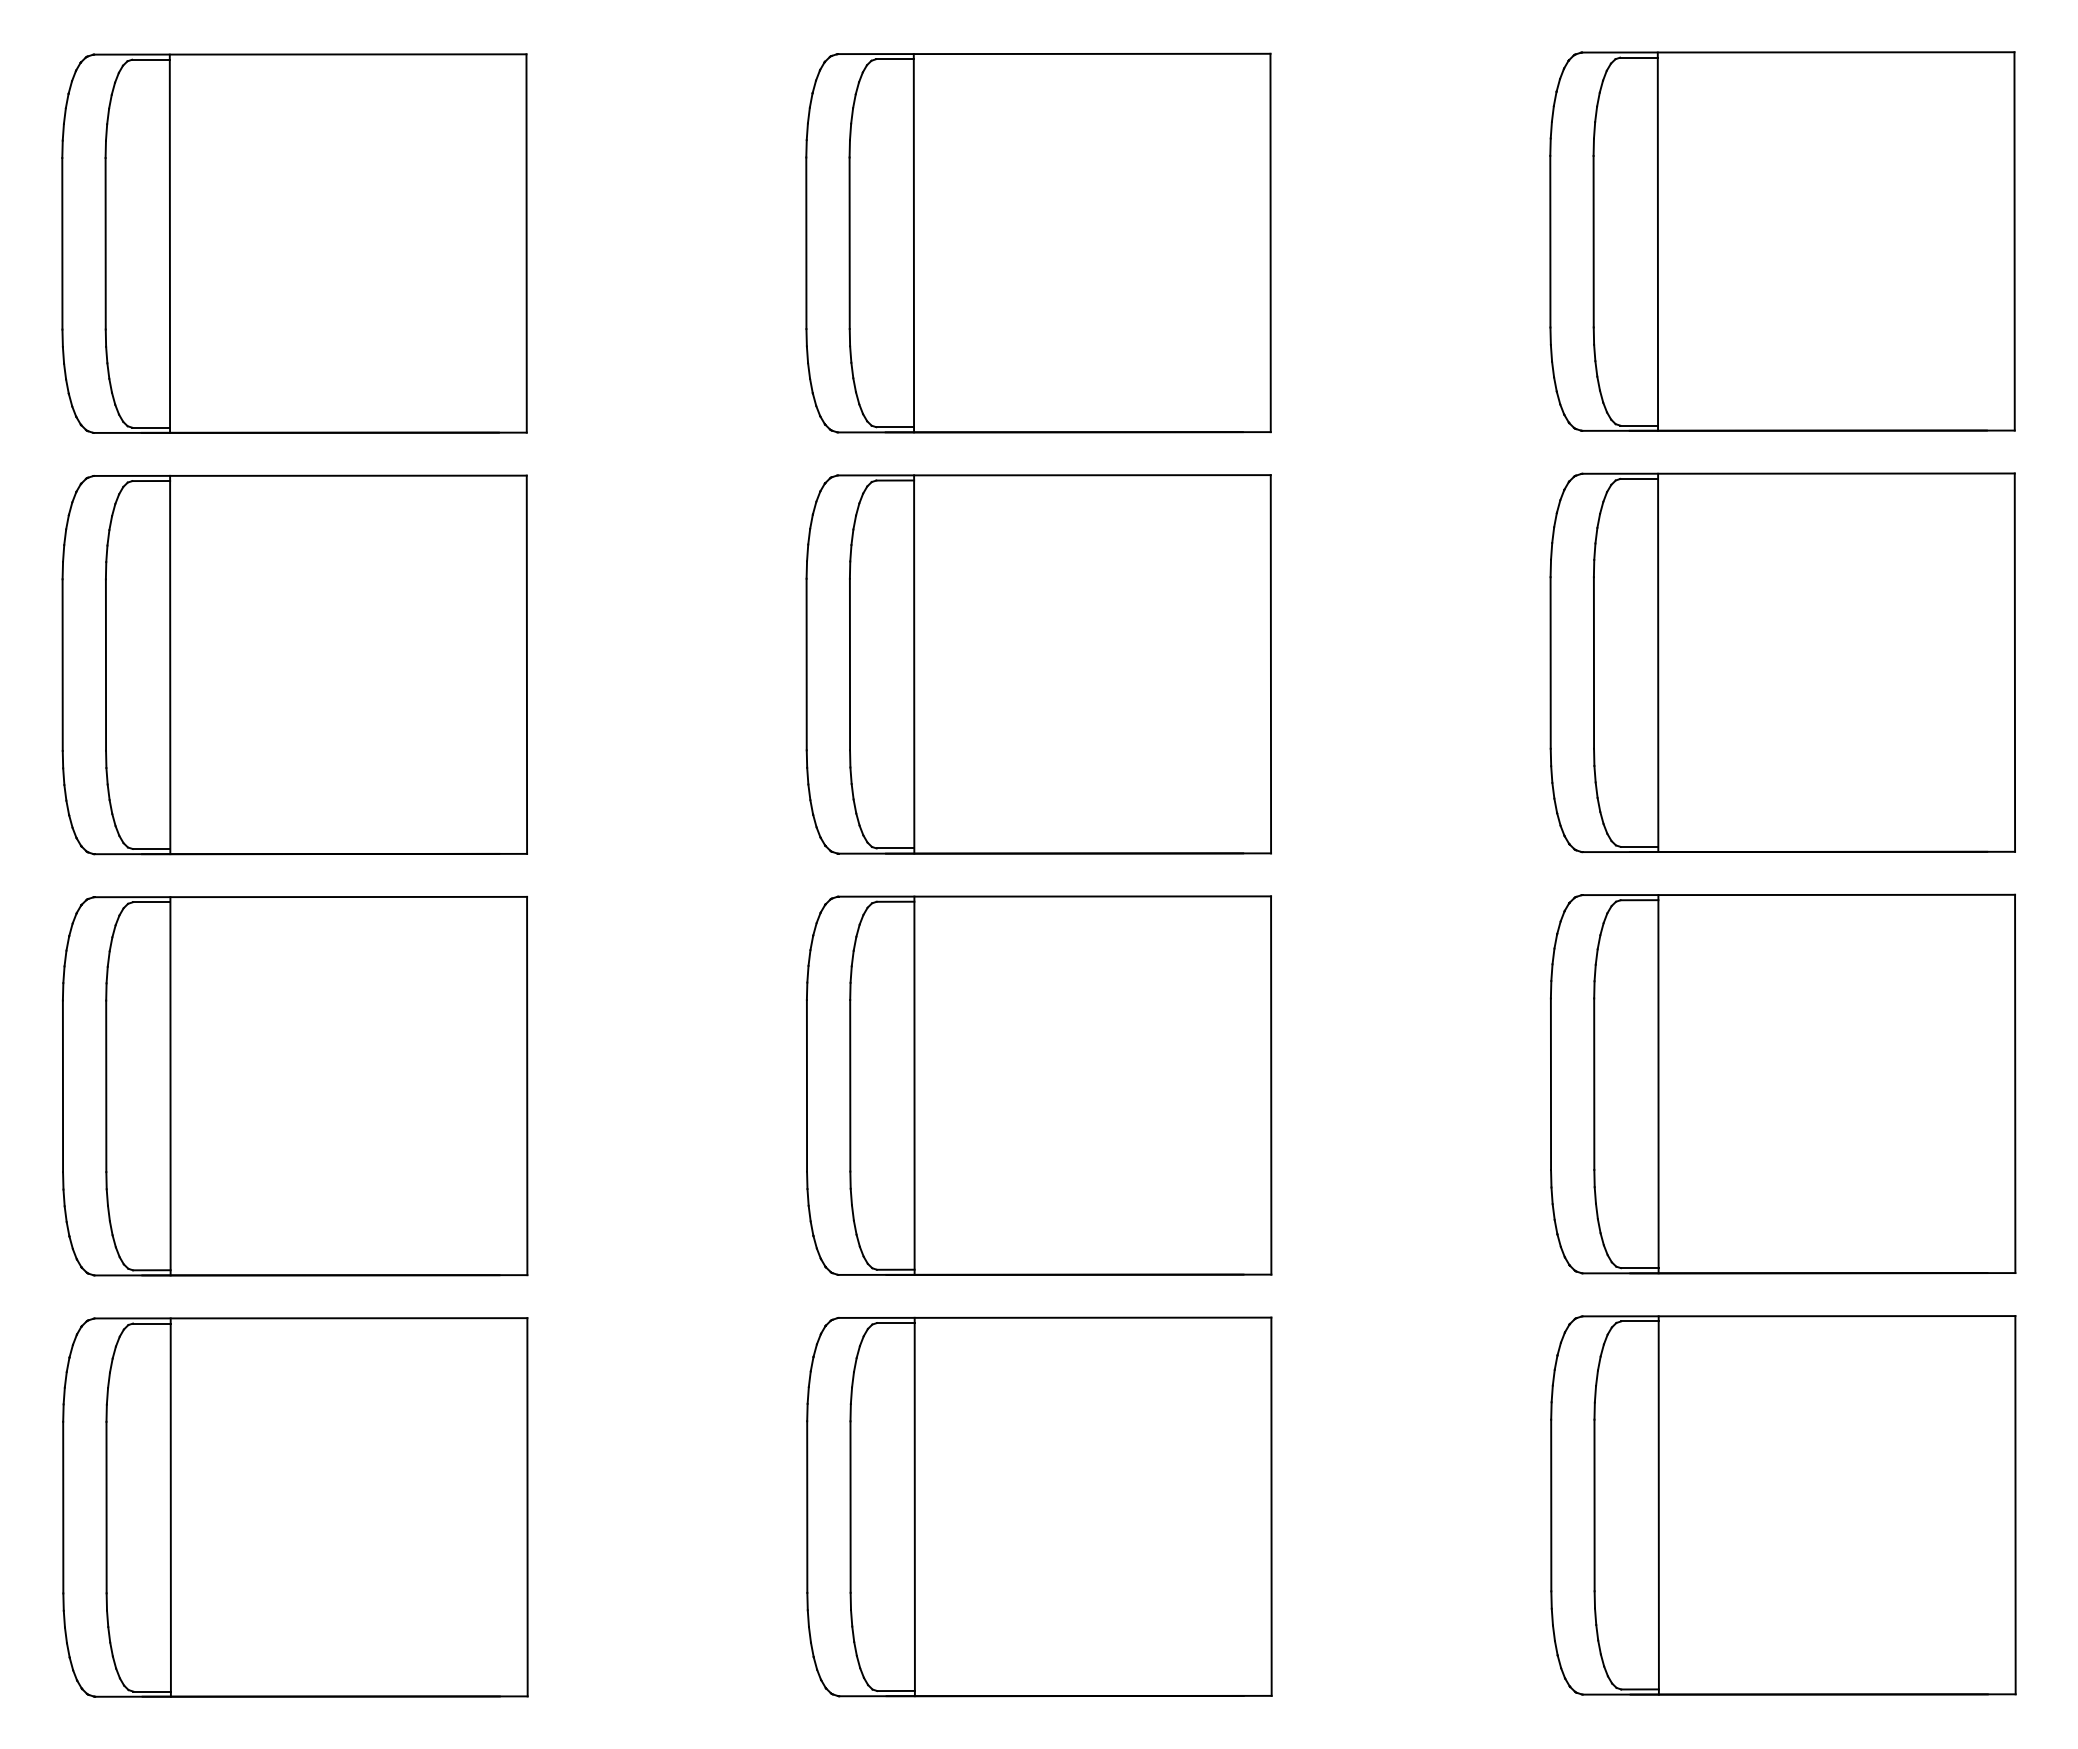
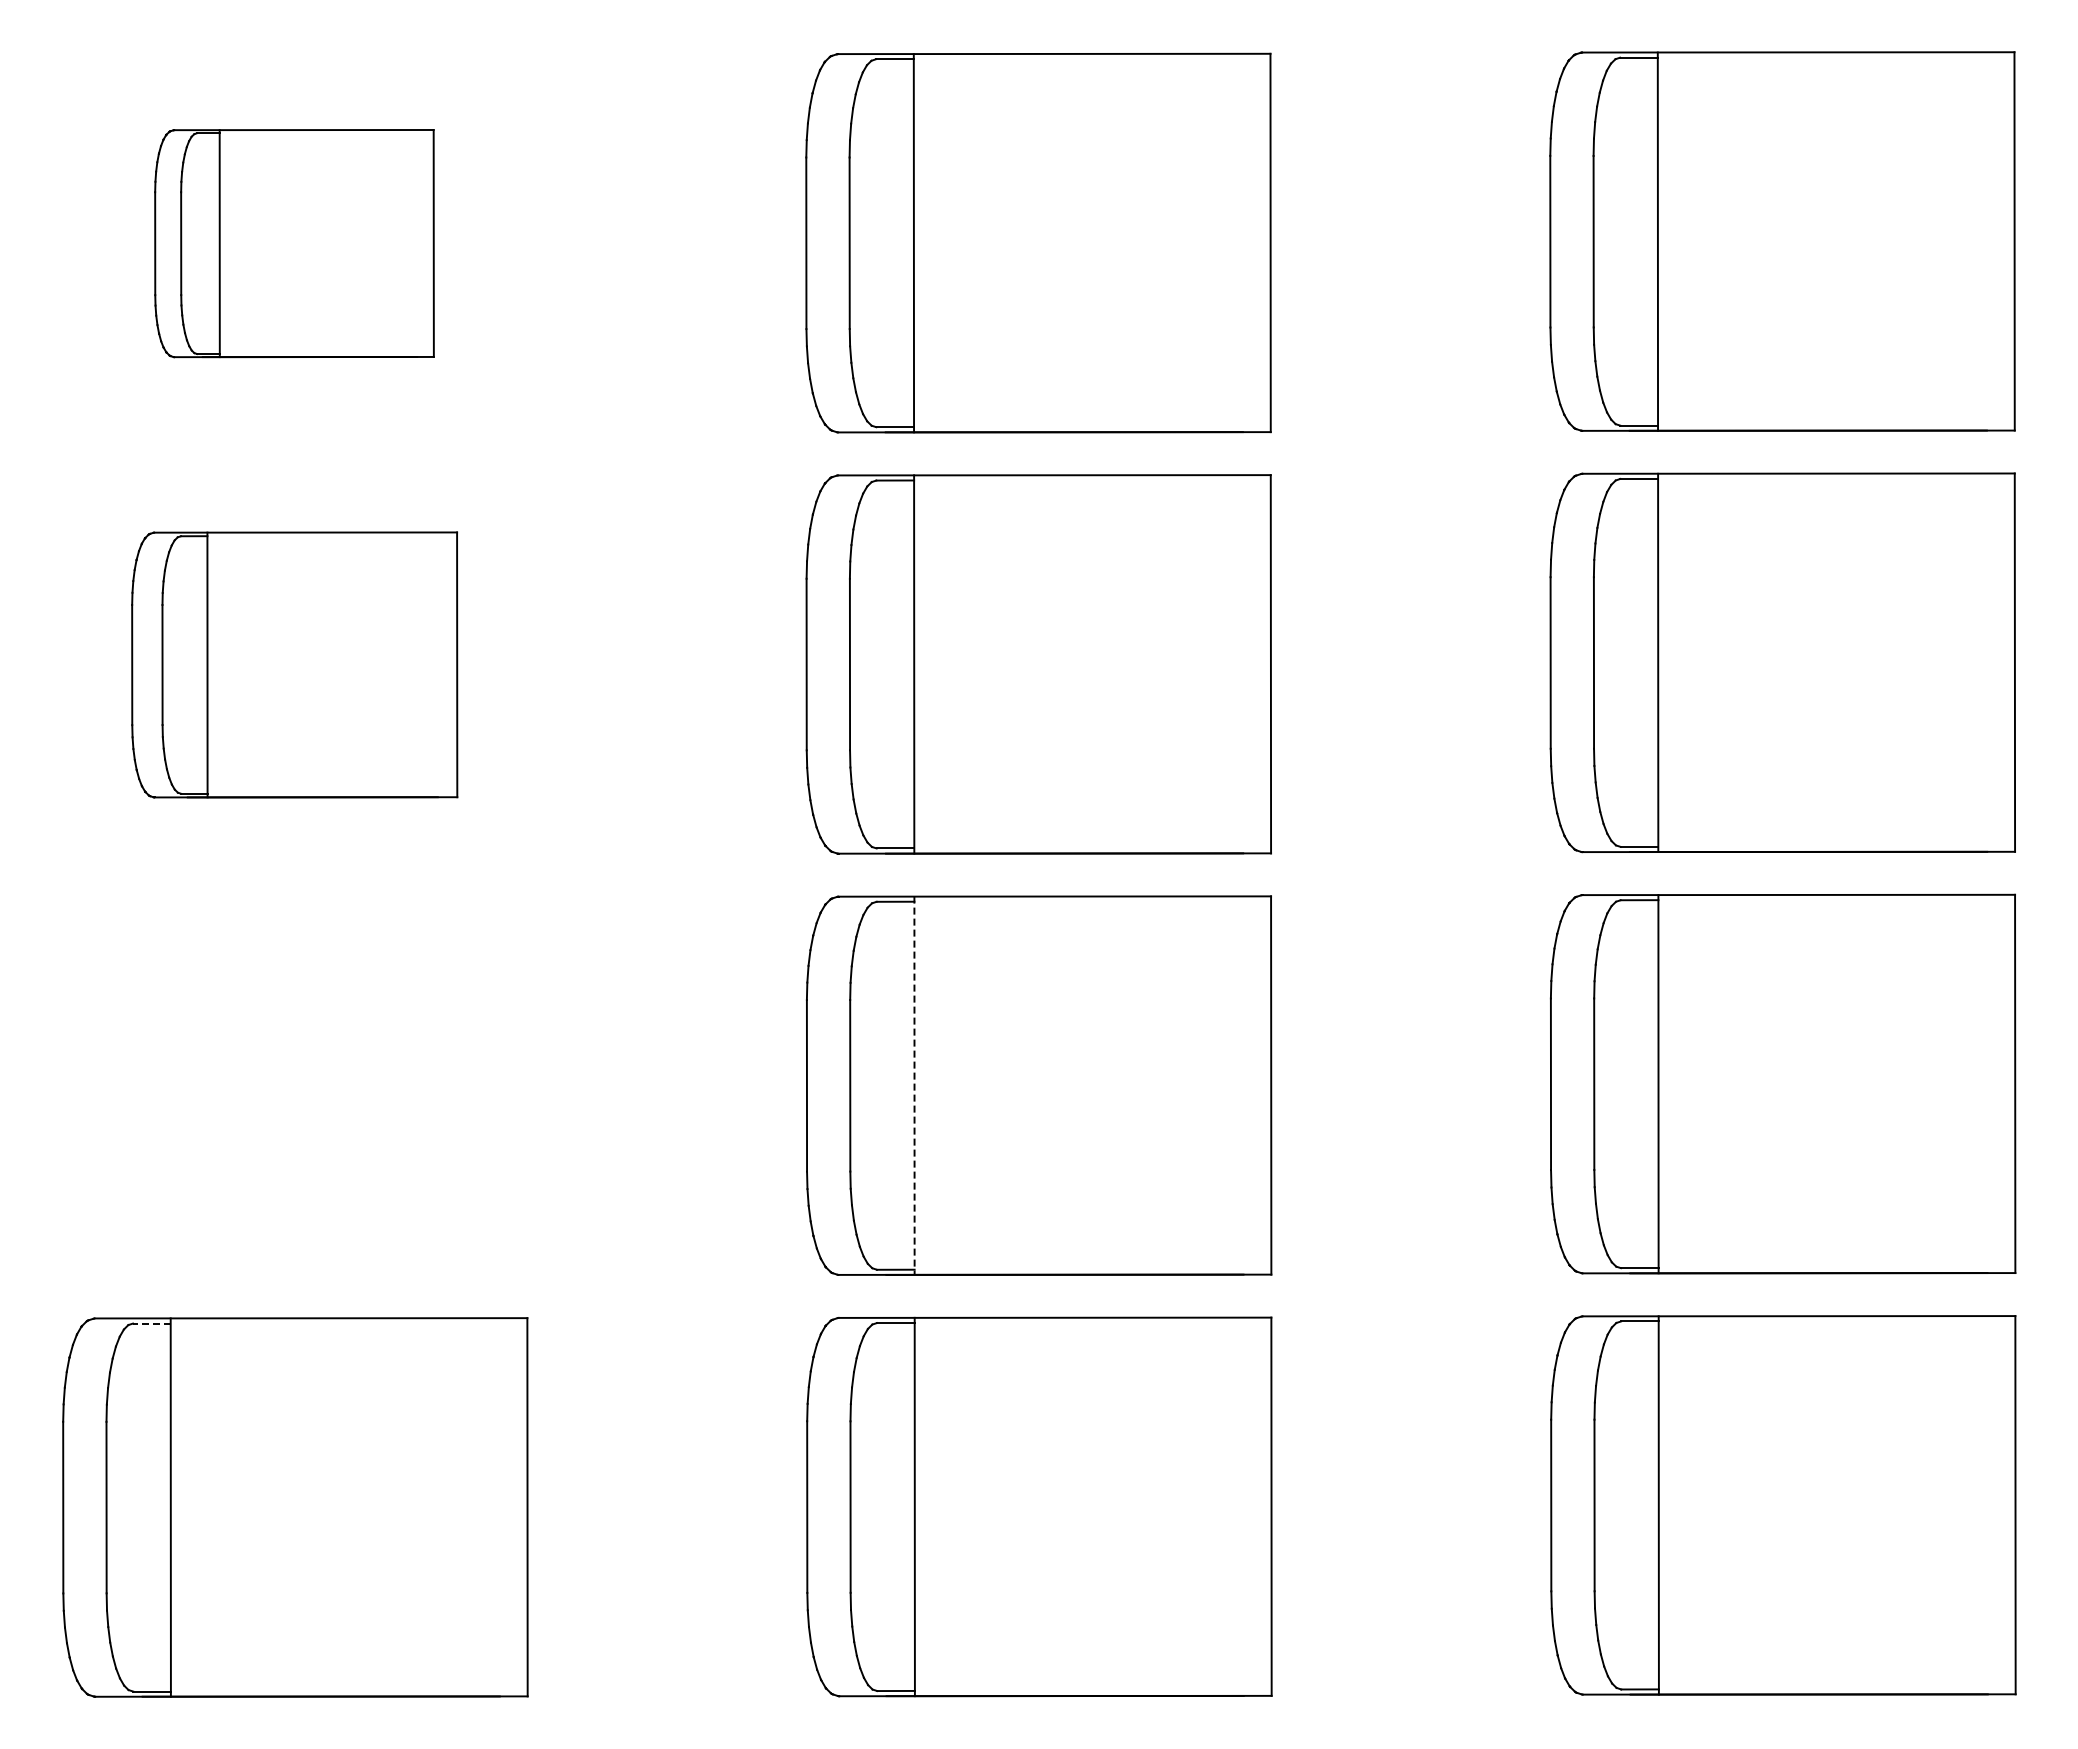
part at (294, 243) size: 467x381 px -> 281x230 px
part at (294, 664) size: 467x382 px -> 328x268 px
part at (295, 1086): present -> none
line at (914, 1086): solid -> dashed
line at (151, 1323): solid -> dashed
